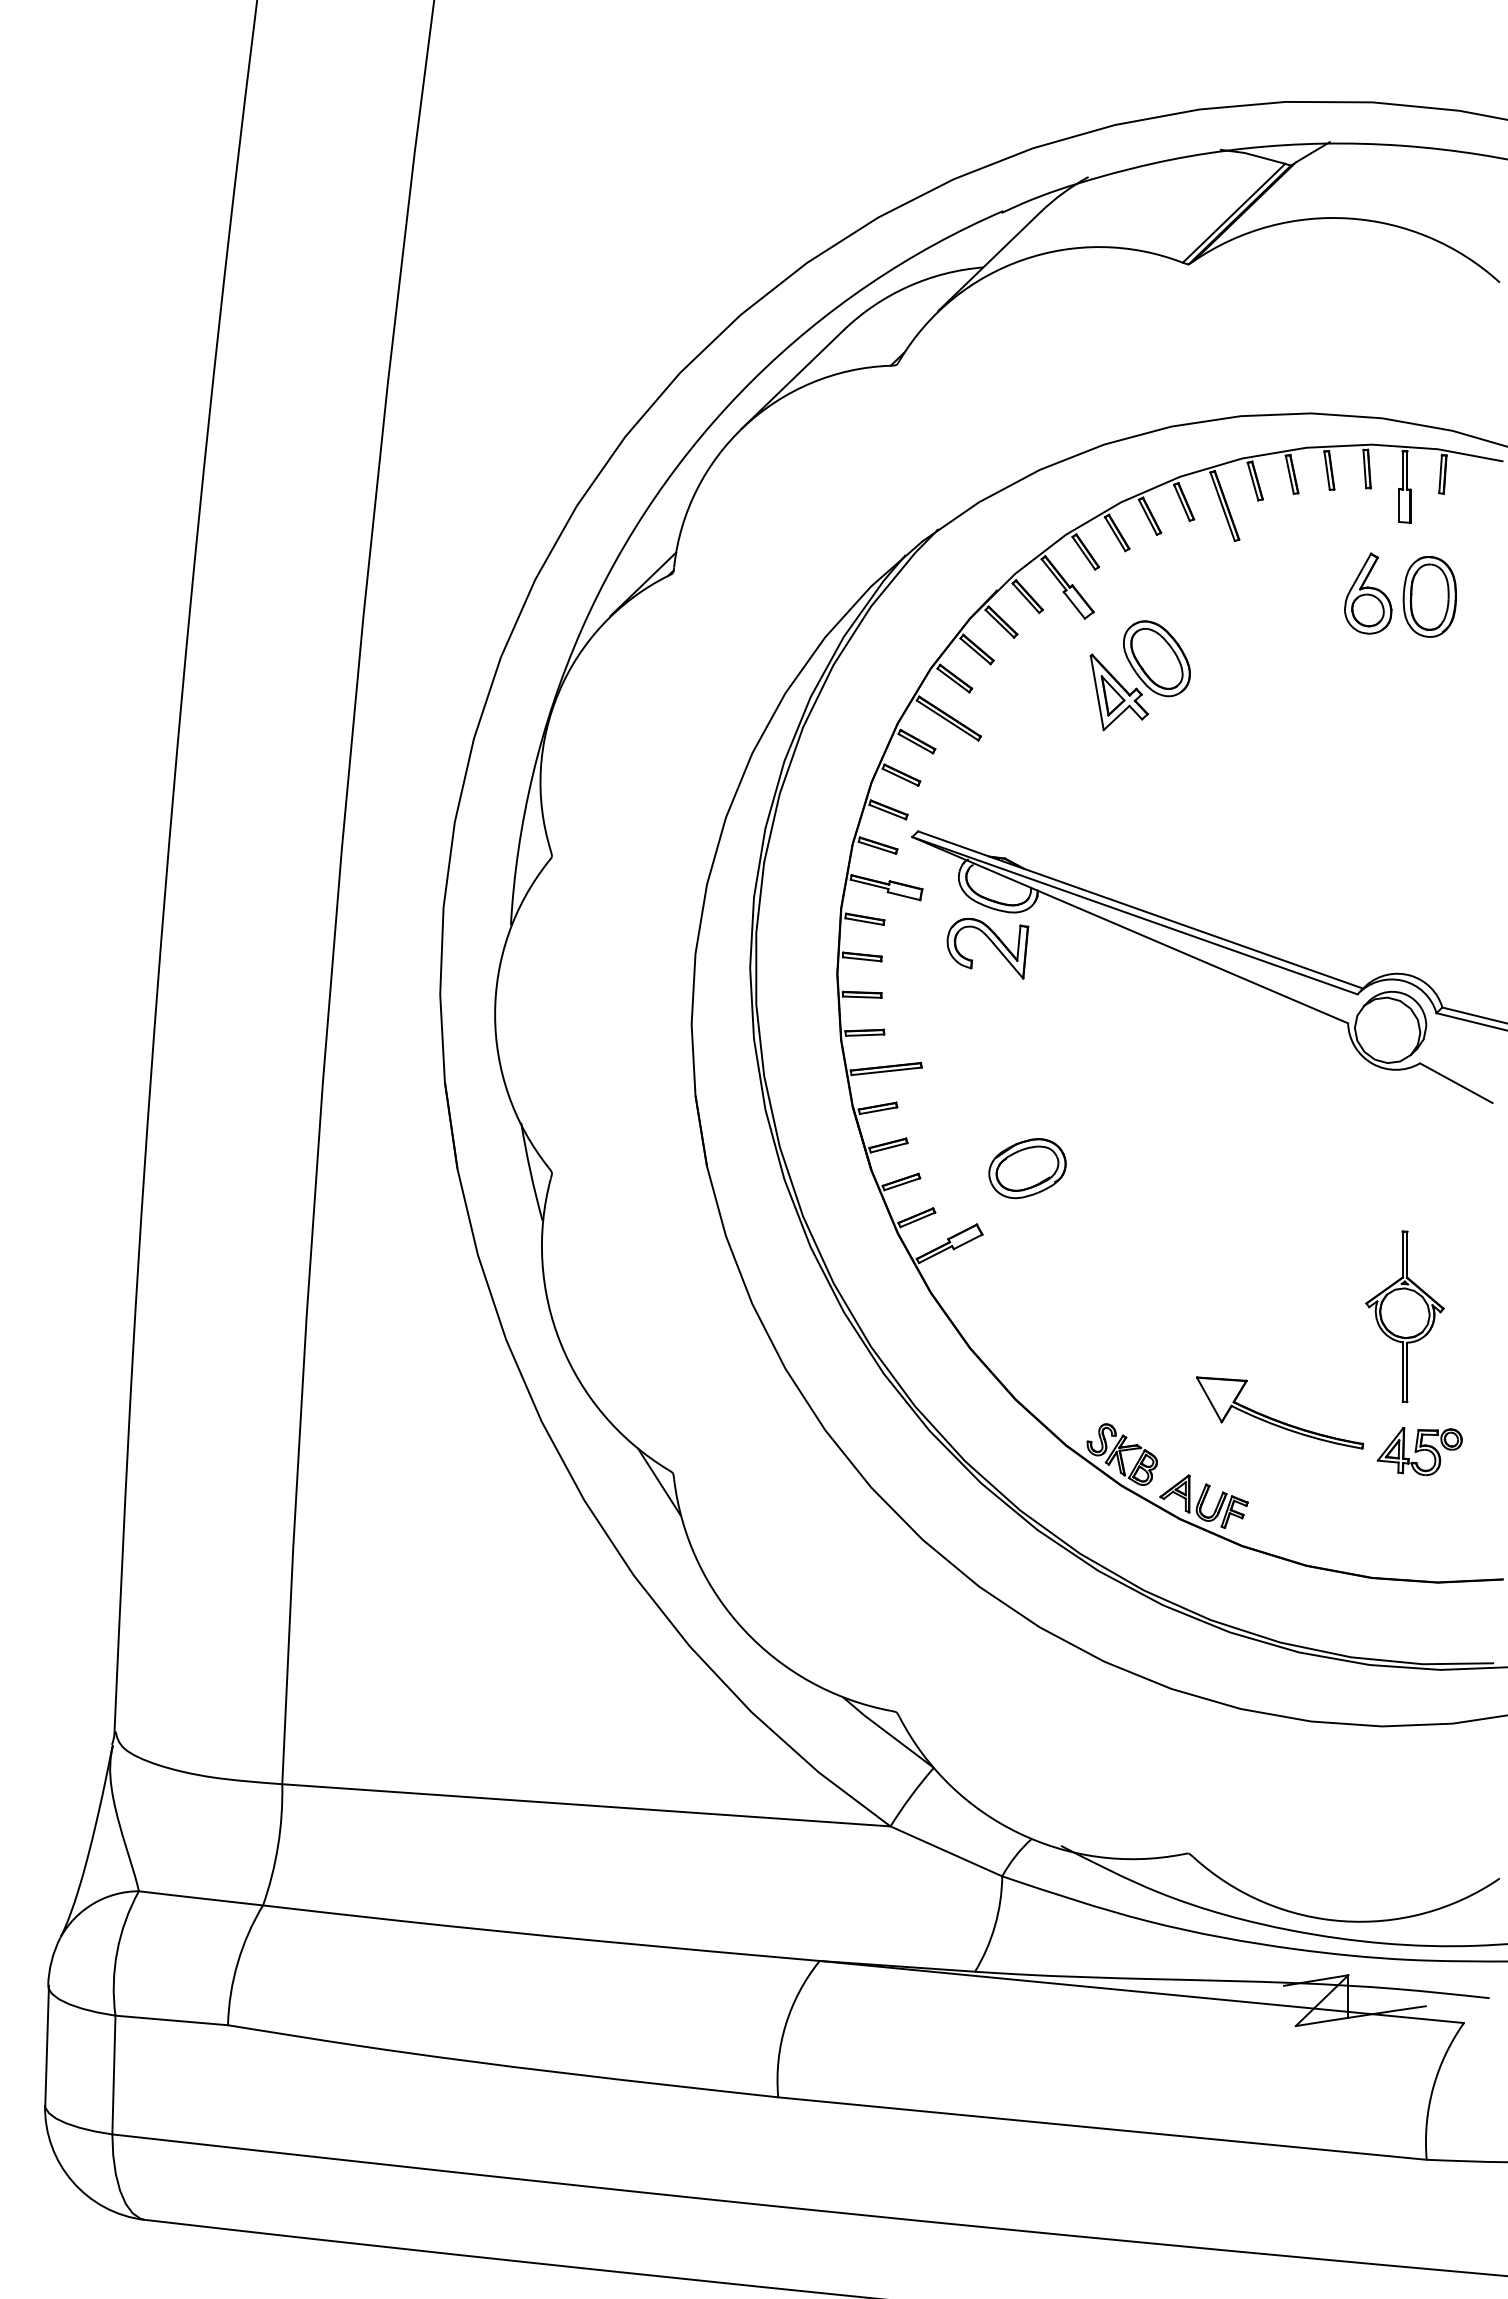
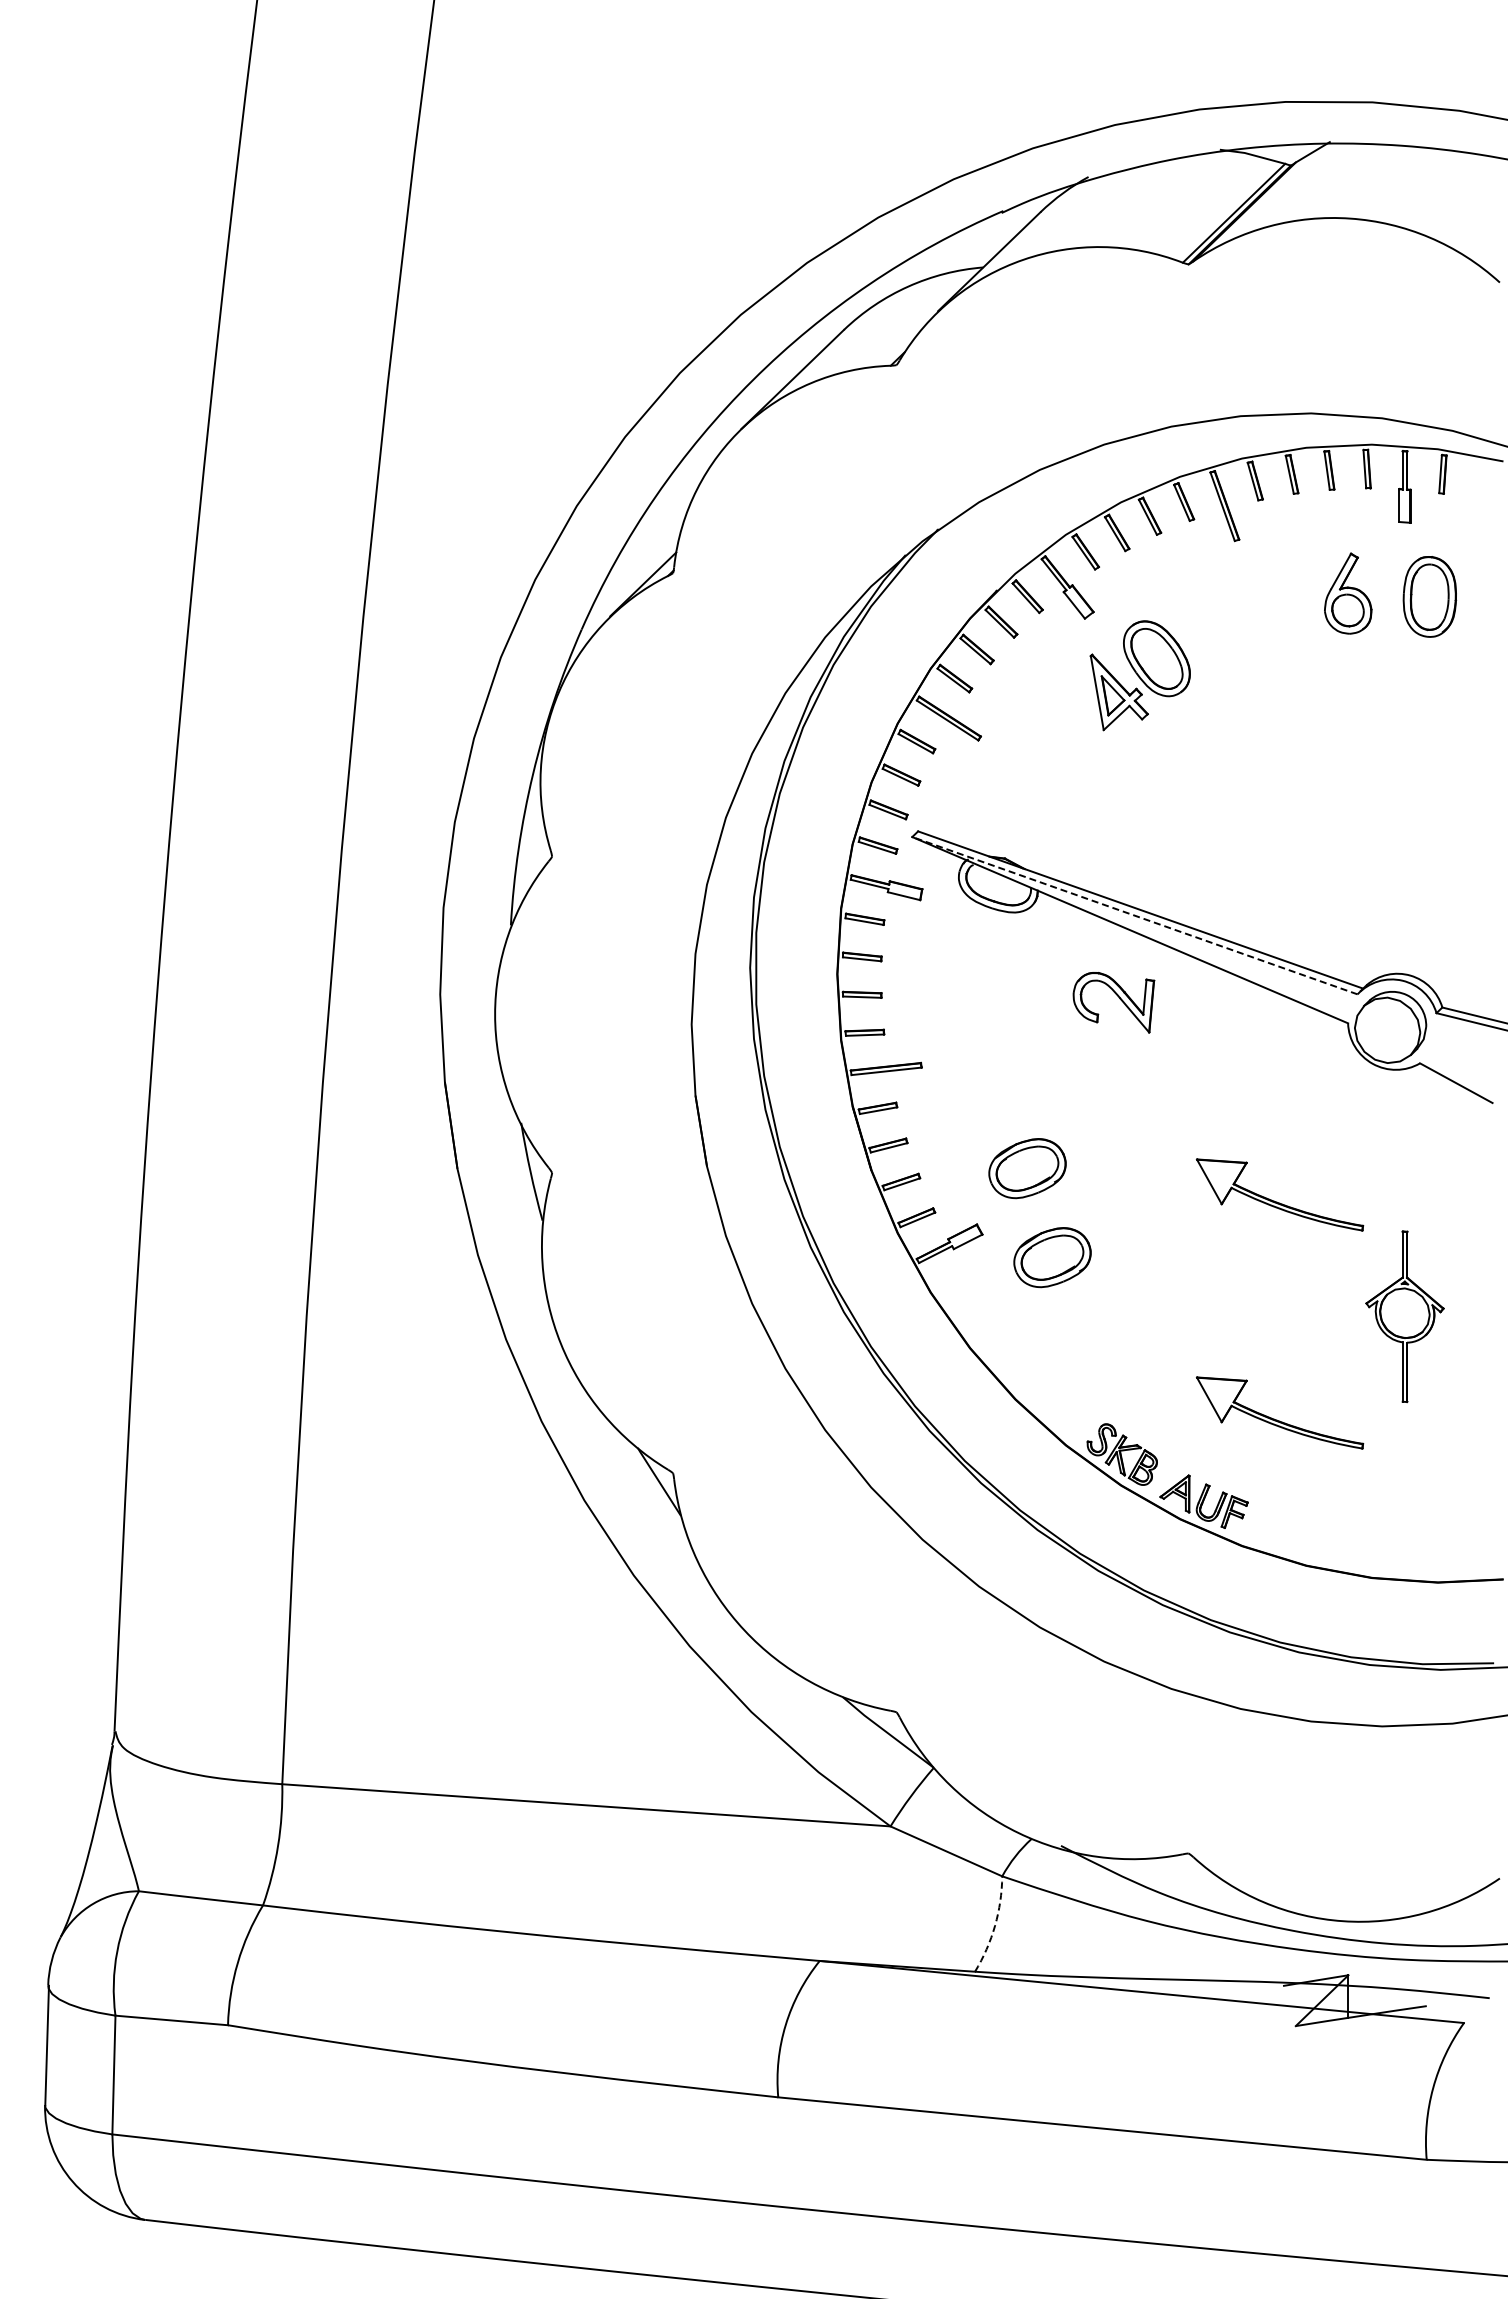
part at (1368, 593) position: (1368, 593) -> (1348, 593)
line at (1134, 915): solid -> dashed
part at (993, 945) position: (993, 945) -> (1119, 999)
part at (1277, 1201): none -> present
part at (1052, 1257): none -> present
part at (1419, 1451): present -> none
arc at (995, 1925): solid -> dashed
